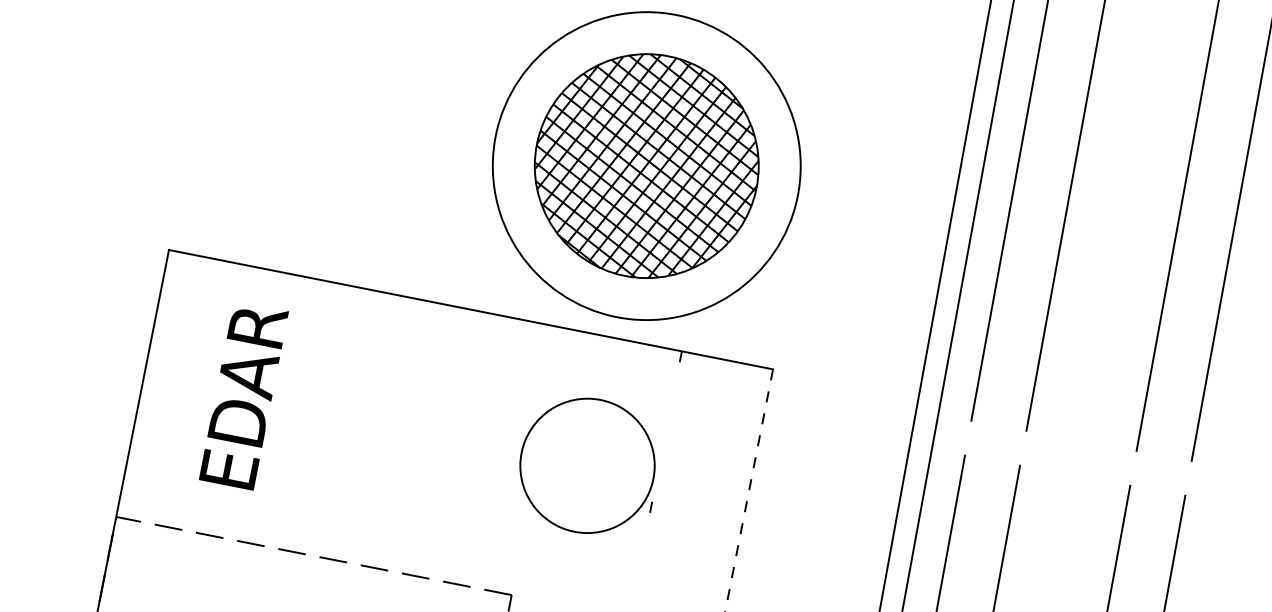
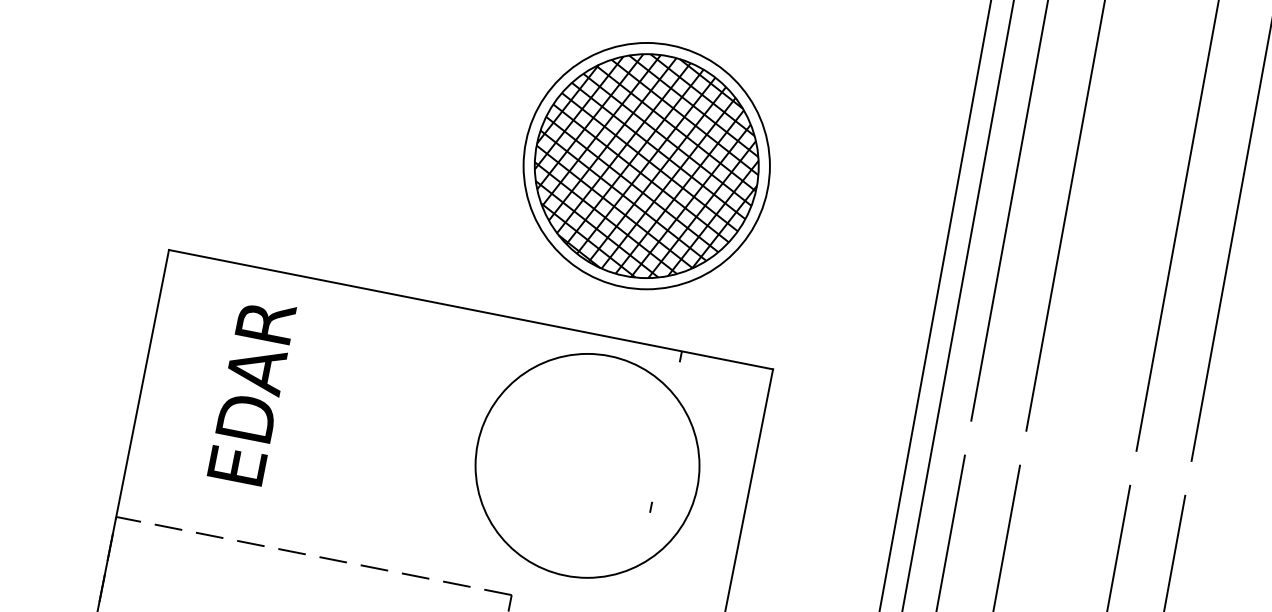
circle at (646, 166) diameter: 308 px -> 246 px
text at (243, 399) position: (243, 399) -> (251, 395)
circle at (587, 465) diameter: 134 px -> 224 px
line at (749, 490): dashed -> solid
